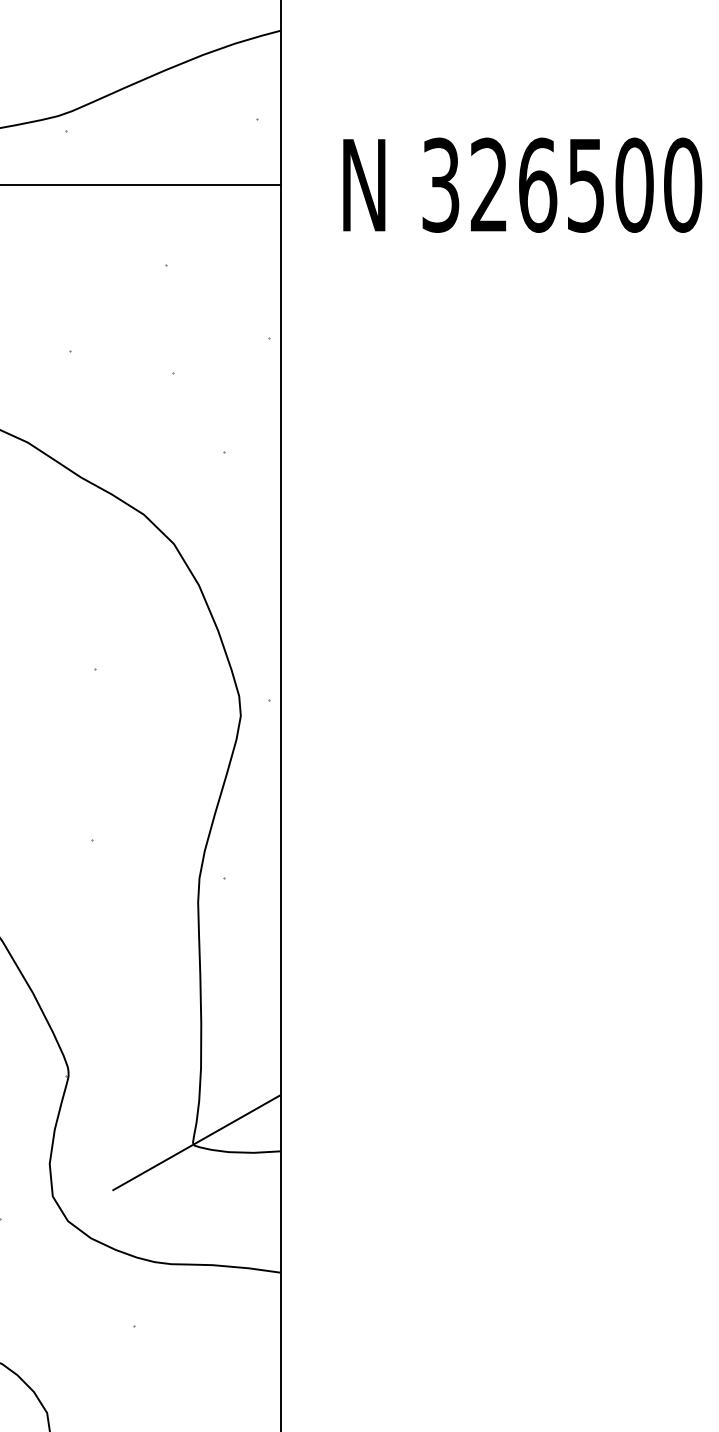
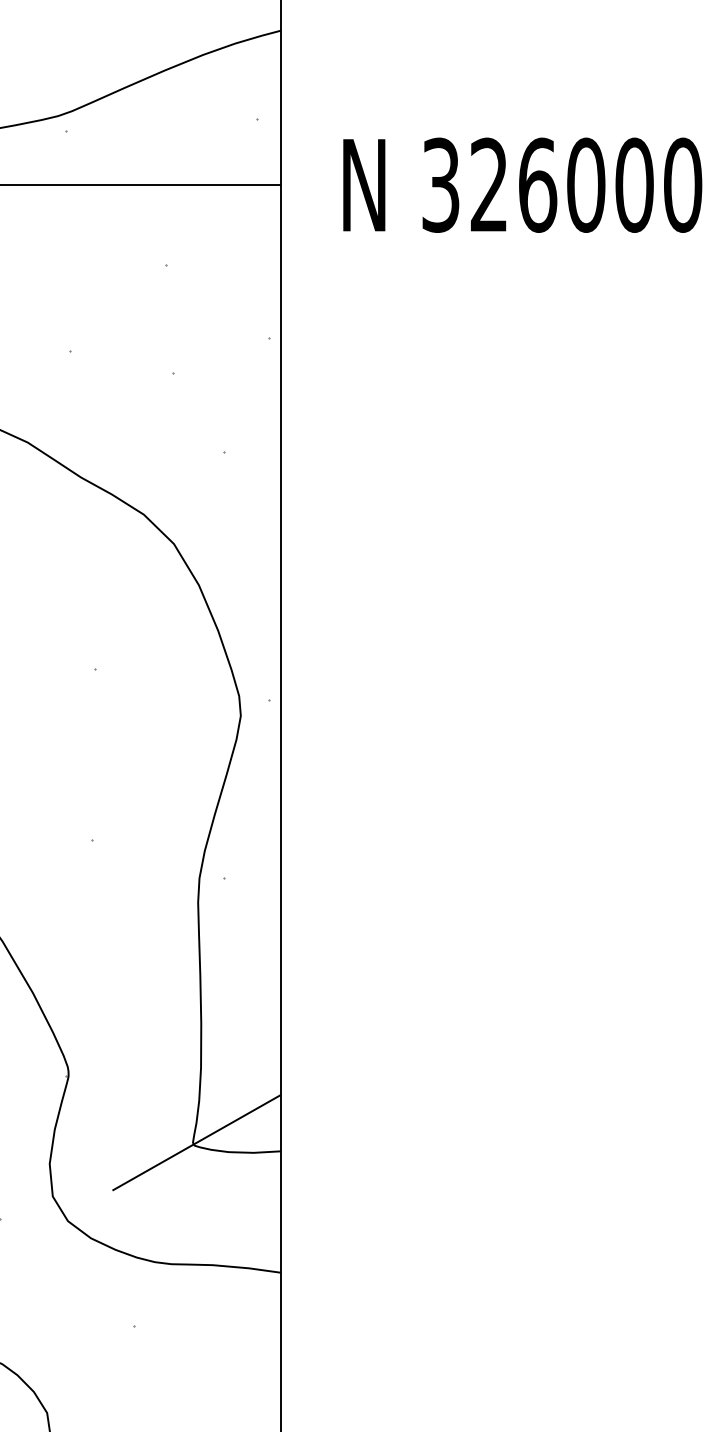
text at (586, 184): 326500 -> 326000
